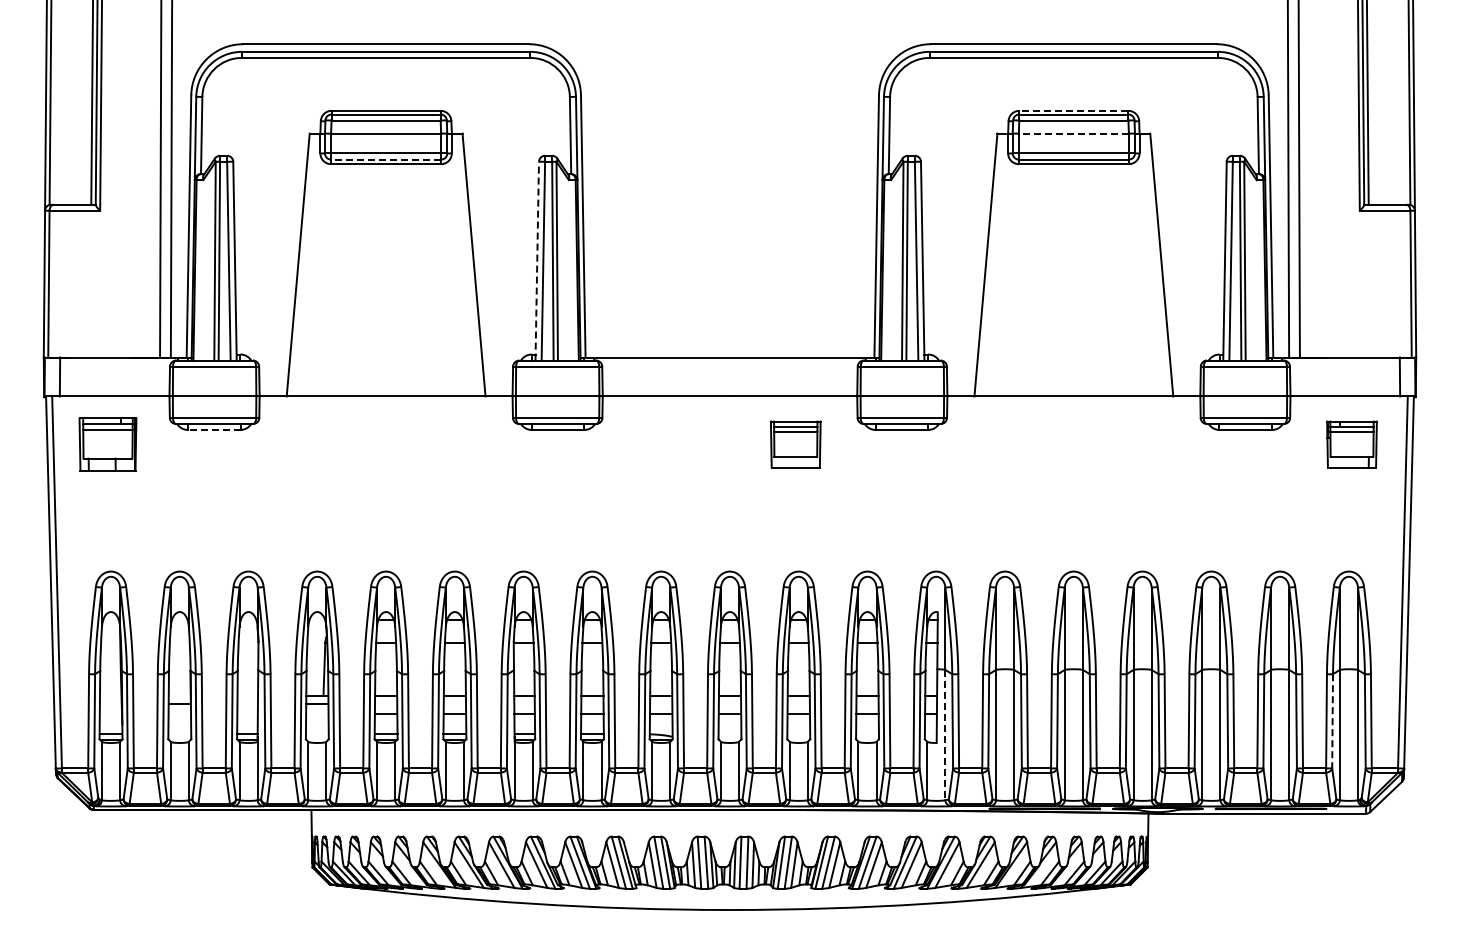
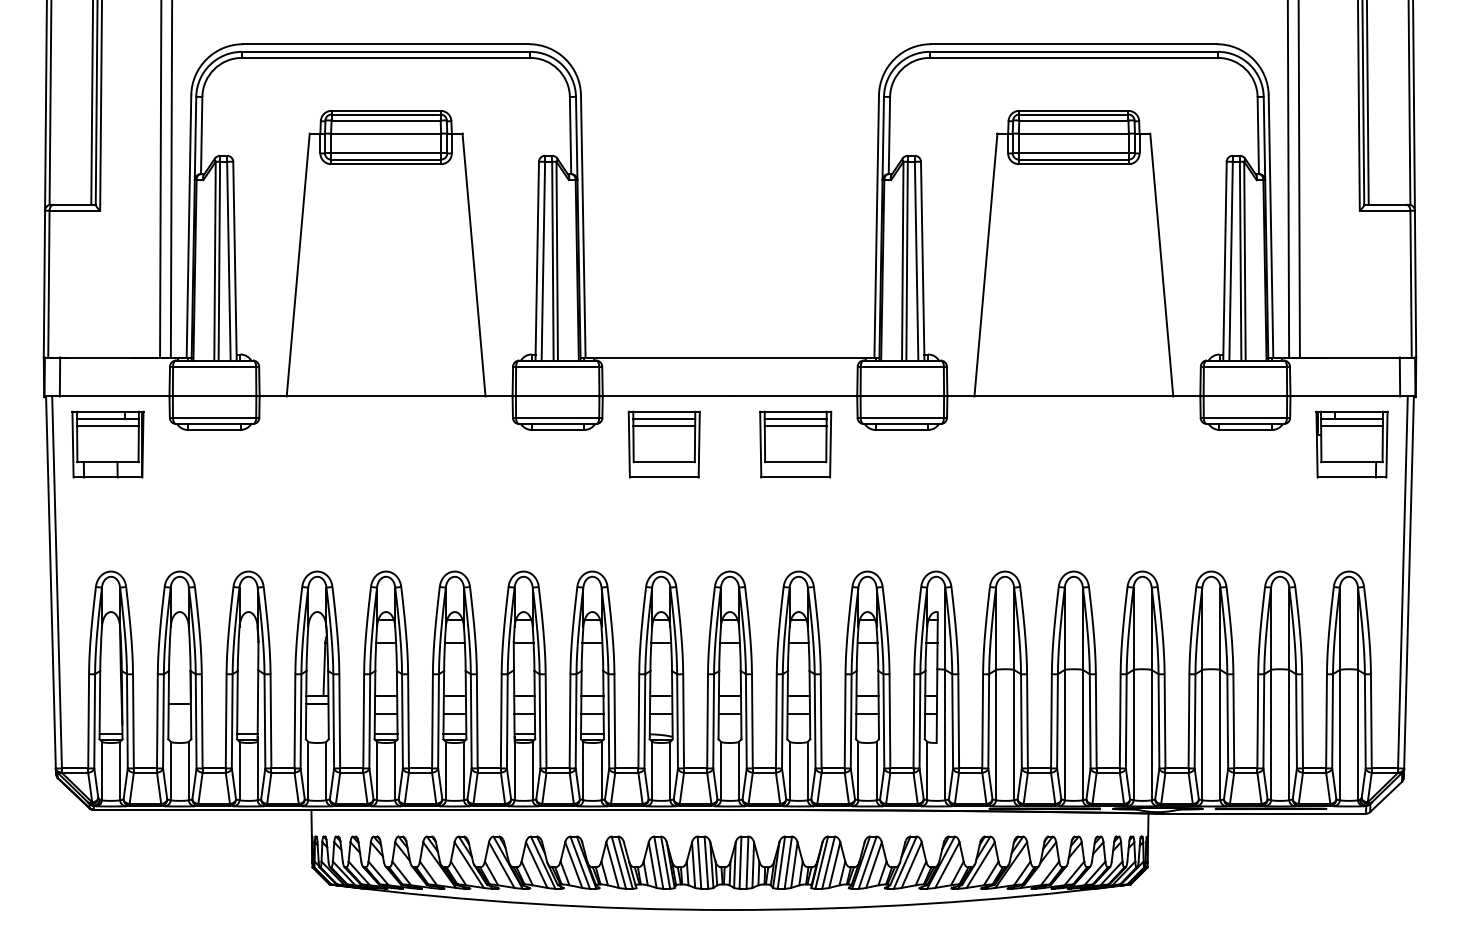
line at (1073, 110): dashed -> solid
line at (1073, 133): dashed -> solid
line at (385, 159): dashed -> solid
line at (537, 260): dashed -> solid
line at (213, 429): dashed -> solid
part at (107, 444) size: 60x55 px -> 74x69 px
part at (663, 444): none -> present
part at (795, 444) size: 52x49 px -> 74x69 px
part at (1351, 444) size: 52x49 px -> 74x69 px
line at (1332, 721): dashed -> solid
line at (945, 735): dashed -> solid
